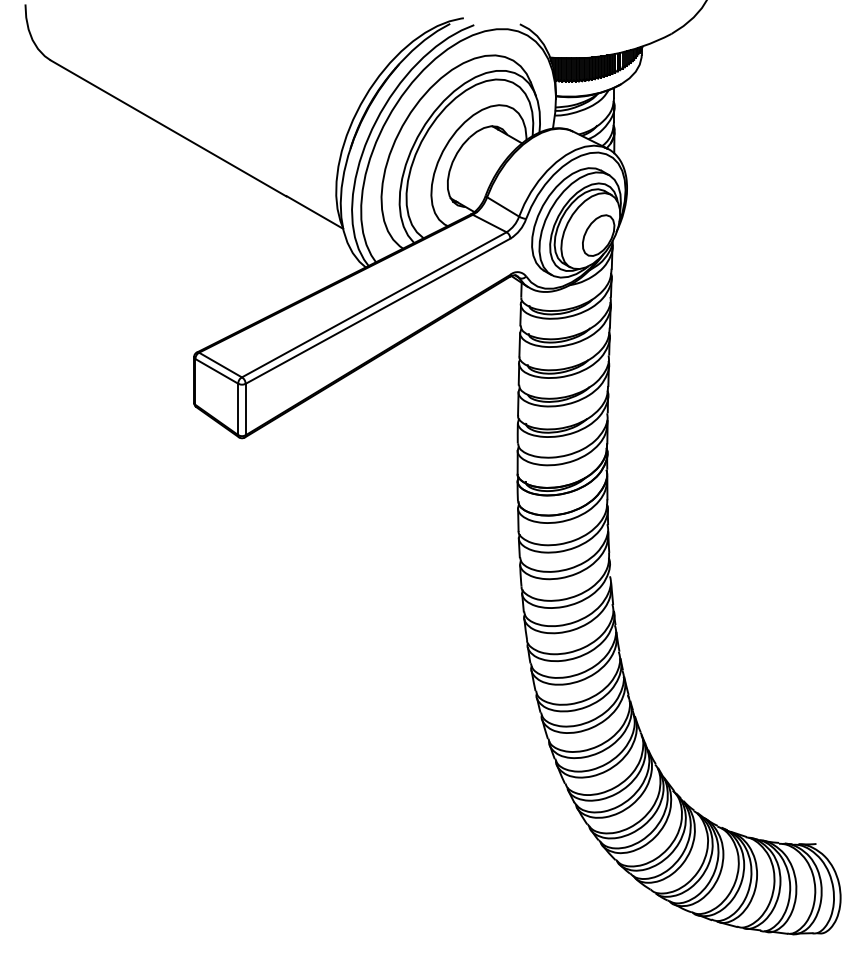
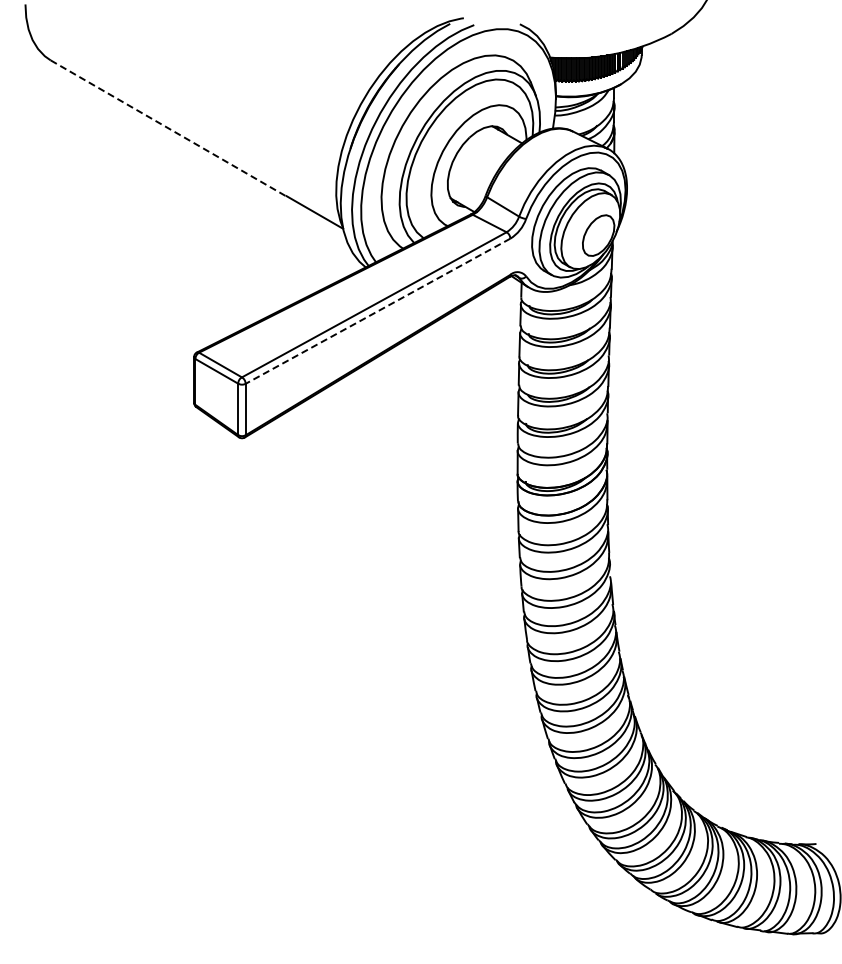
line at (169, 128): solid -> dashed
line at (378, 311): solid -> dashed
